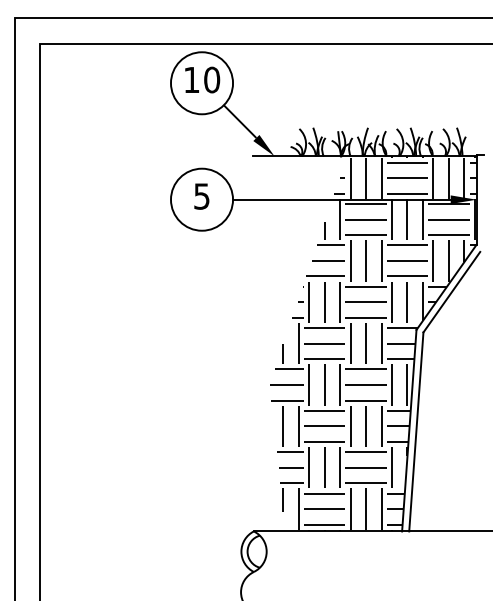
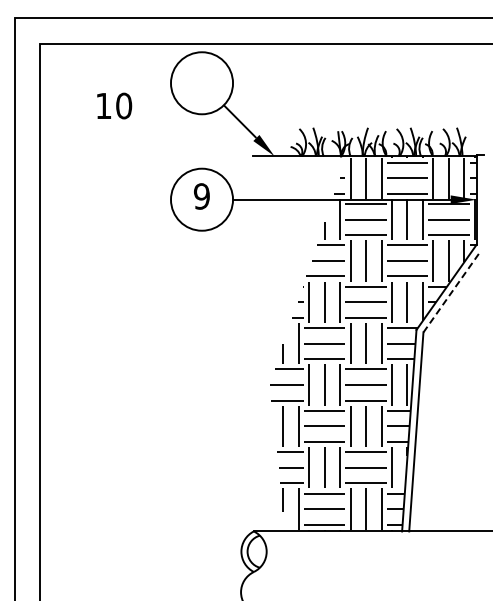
text at (202, 79) position: (202, 79) -> (114, 105)
text at (201, 196): 5 -> 9
line at (452, 291): solid -> dashed
